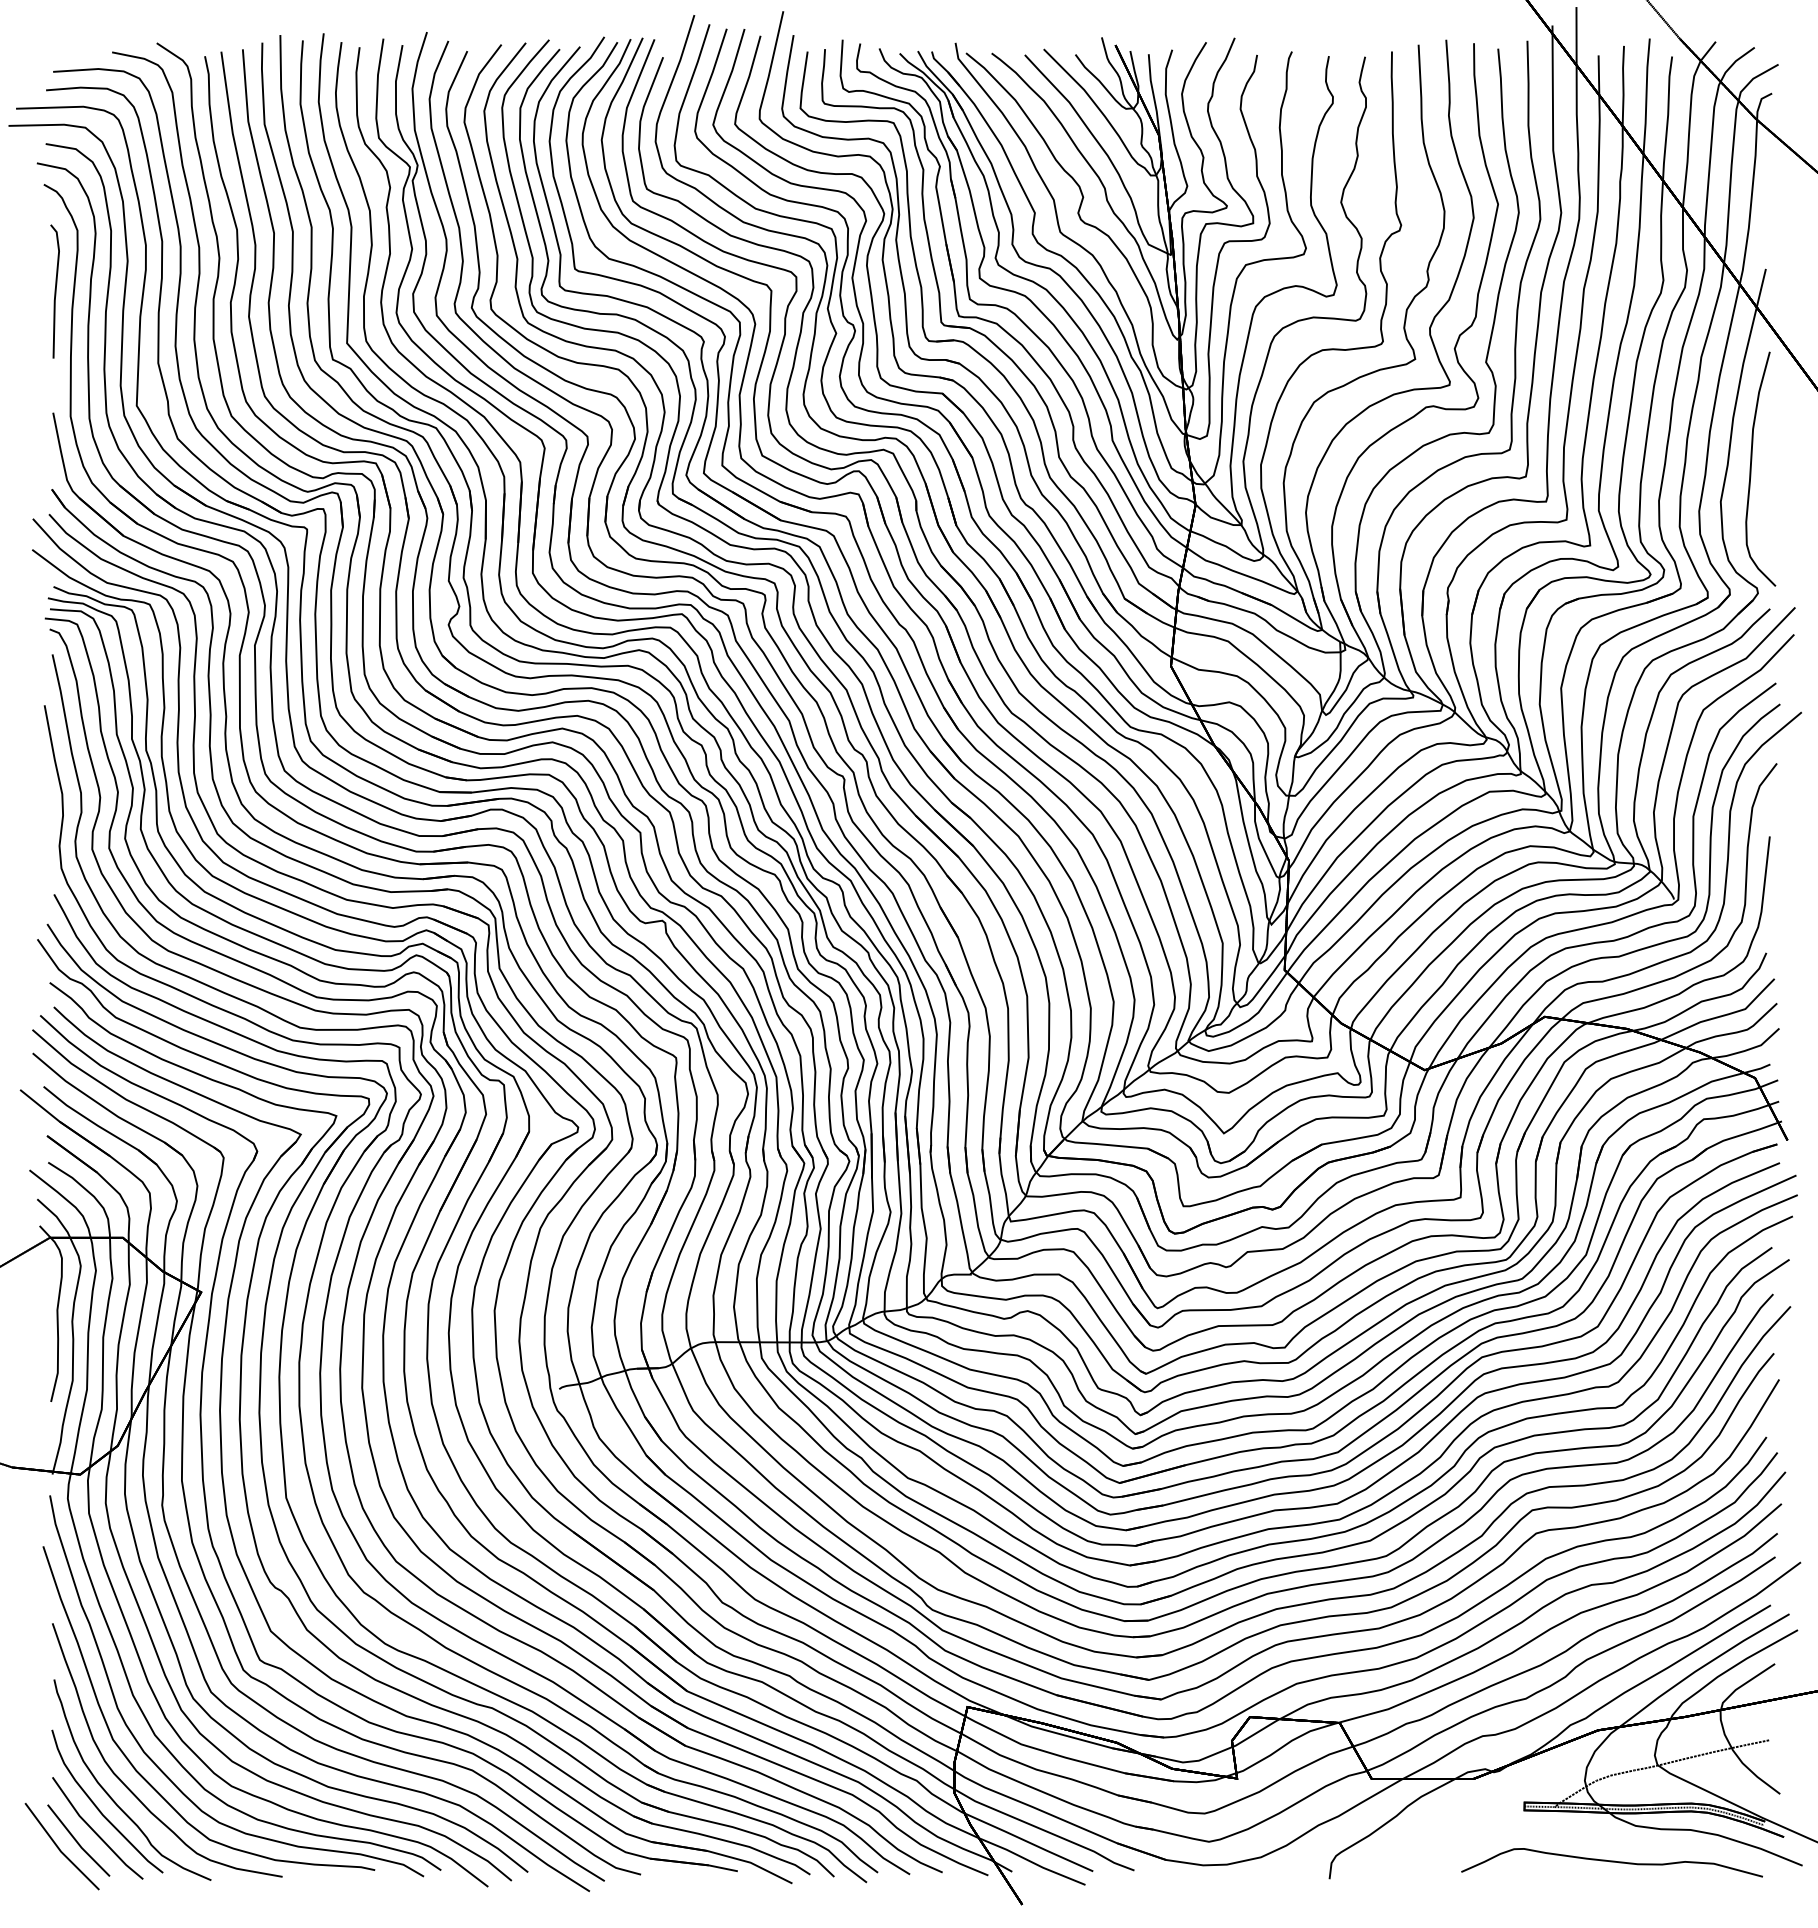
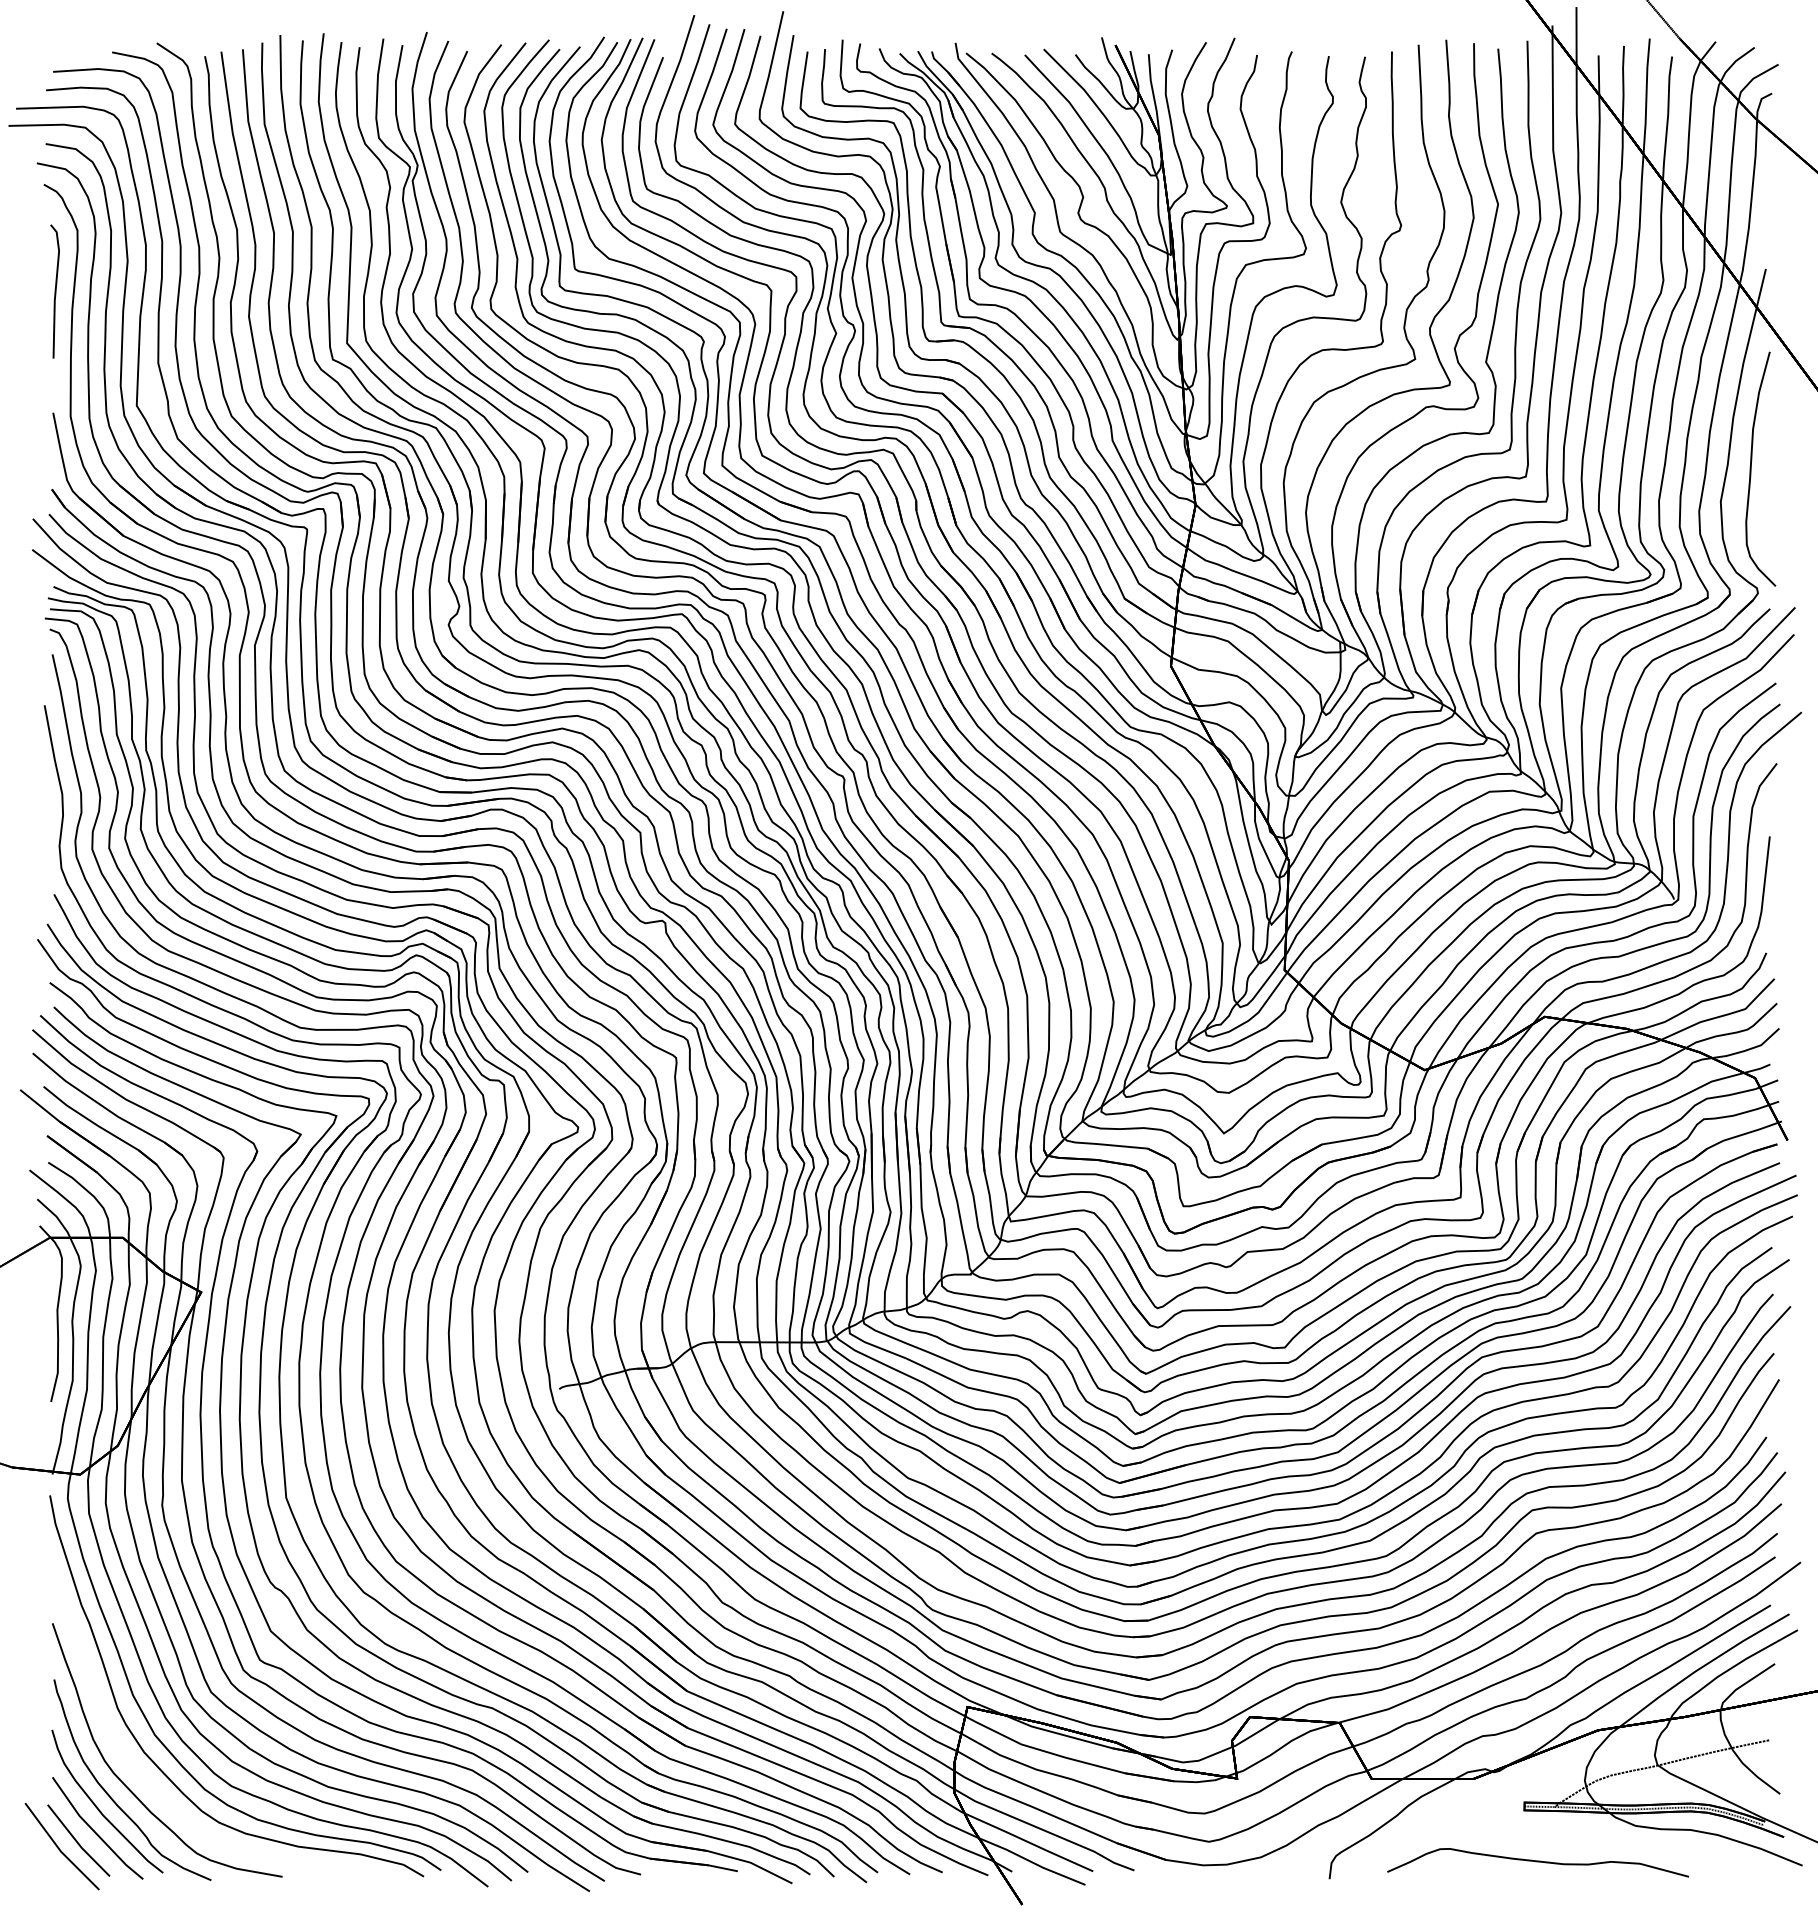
curve at (132, 1763): present -> none
curve at (1611, 1862) position: (1611, 1862) -> (1537, 1862)
